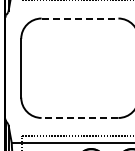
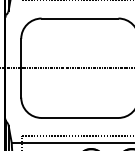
line at (80, 18): dashed -> solid
line at (66, 68): none -> present
line at (79, 117): dashed -> solid
